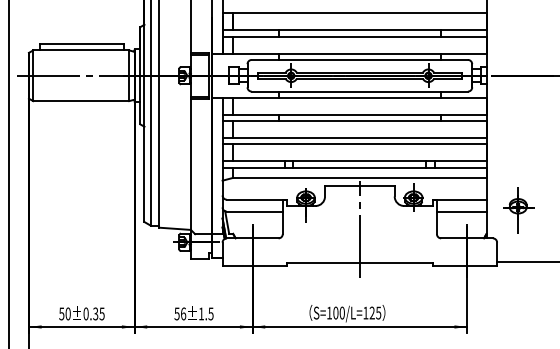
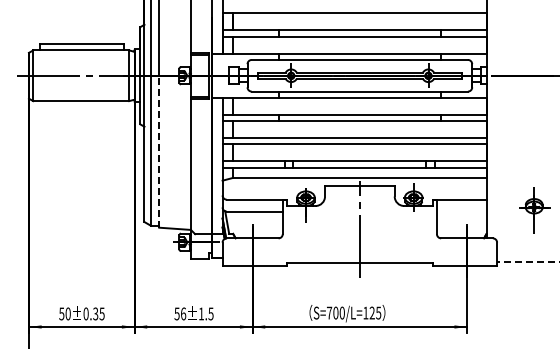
line at (159, 151): solid -> dashed
line at (8, 173): present -> none
part at (518, 210) position: (518, 210) -> (534, 210)
line at (461, 211): present -> none
line at (528, 262): solid -> dashed
text at (329, 312): S=100/L=125 -> S=700/L=125
